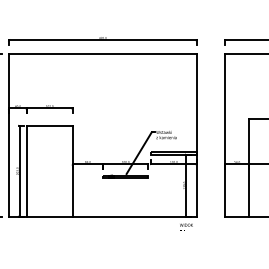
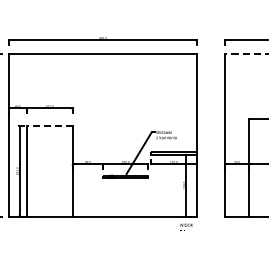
line at (247, 53): solid -> dashed
line at (49, 125): solid -> dashed
